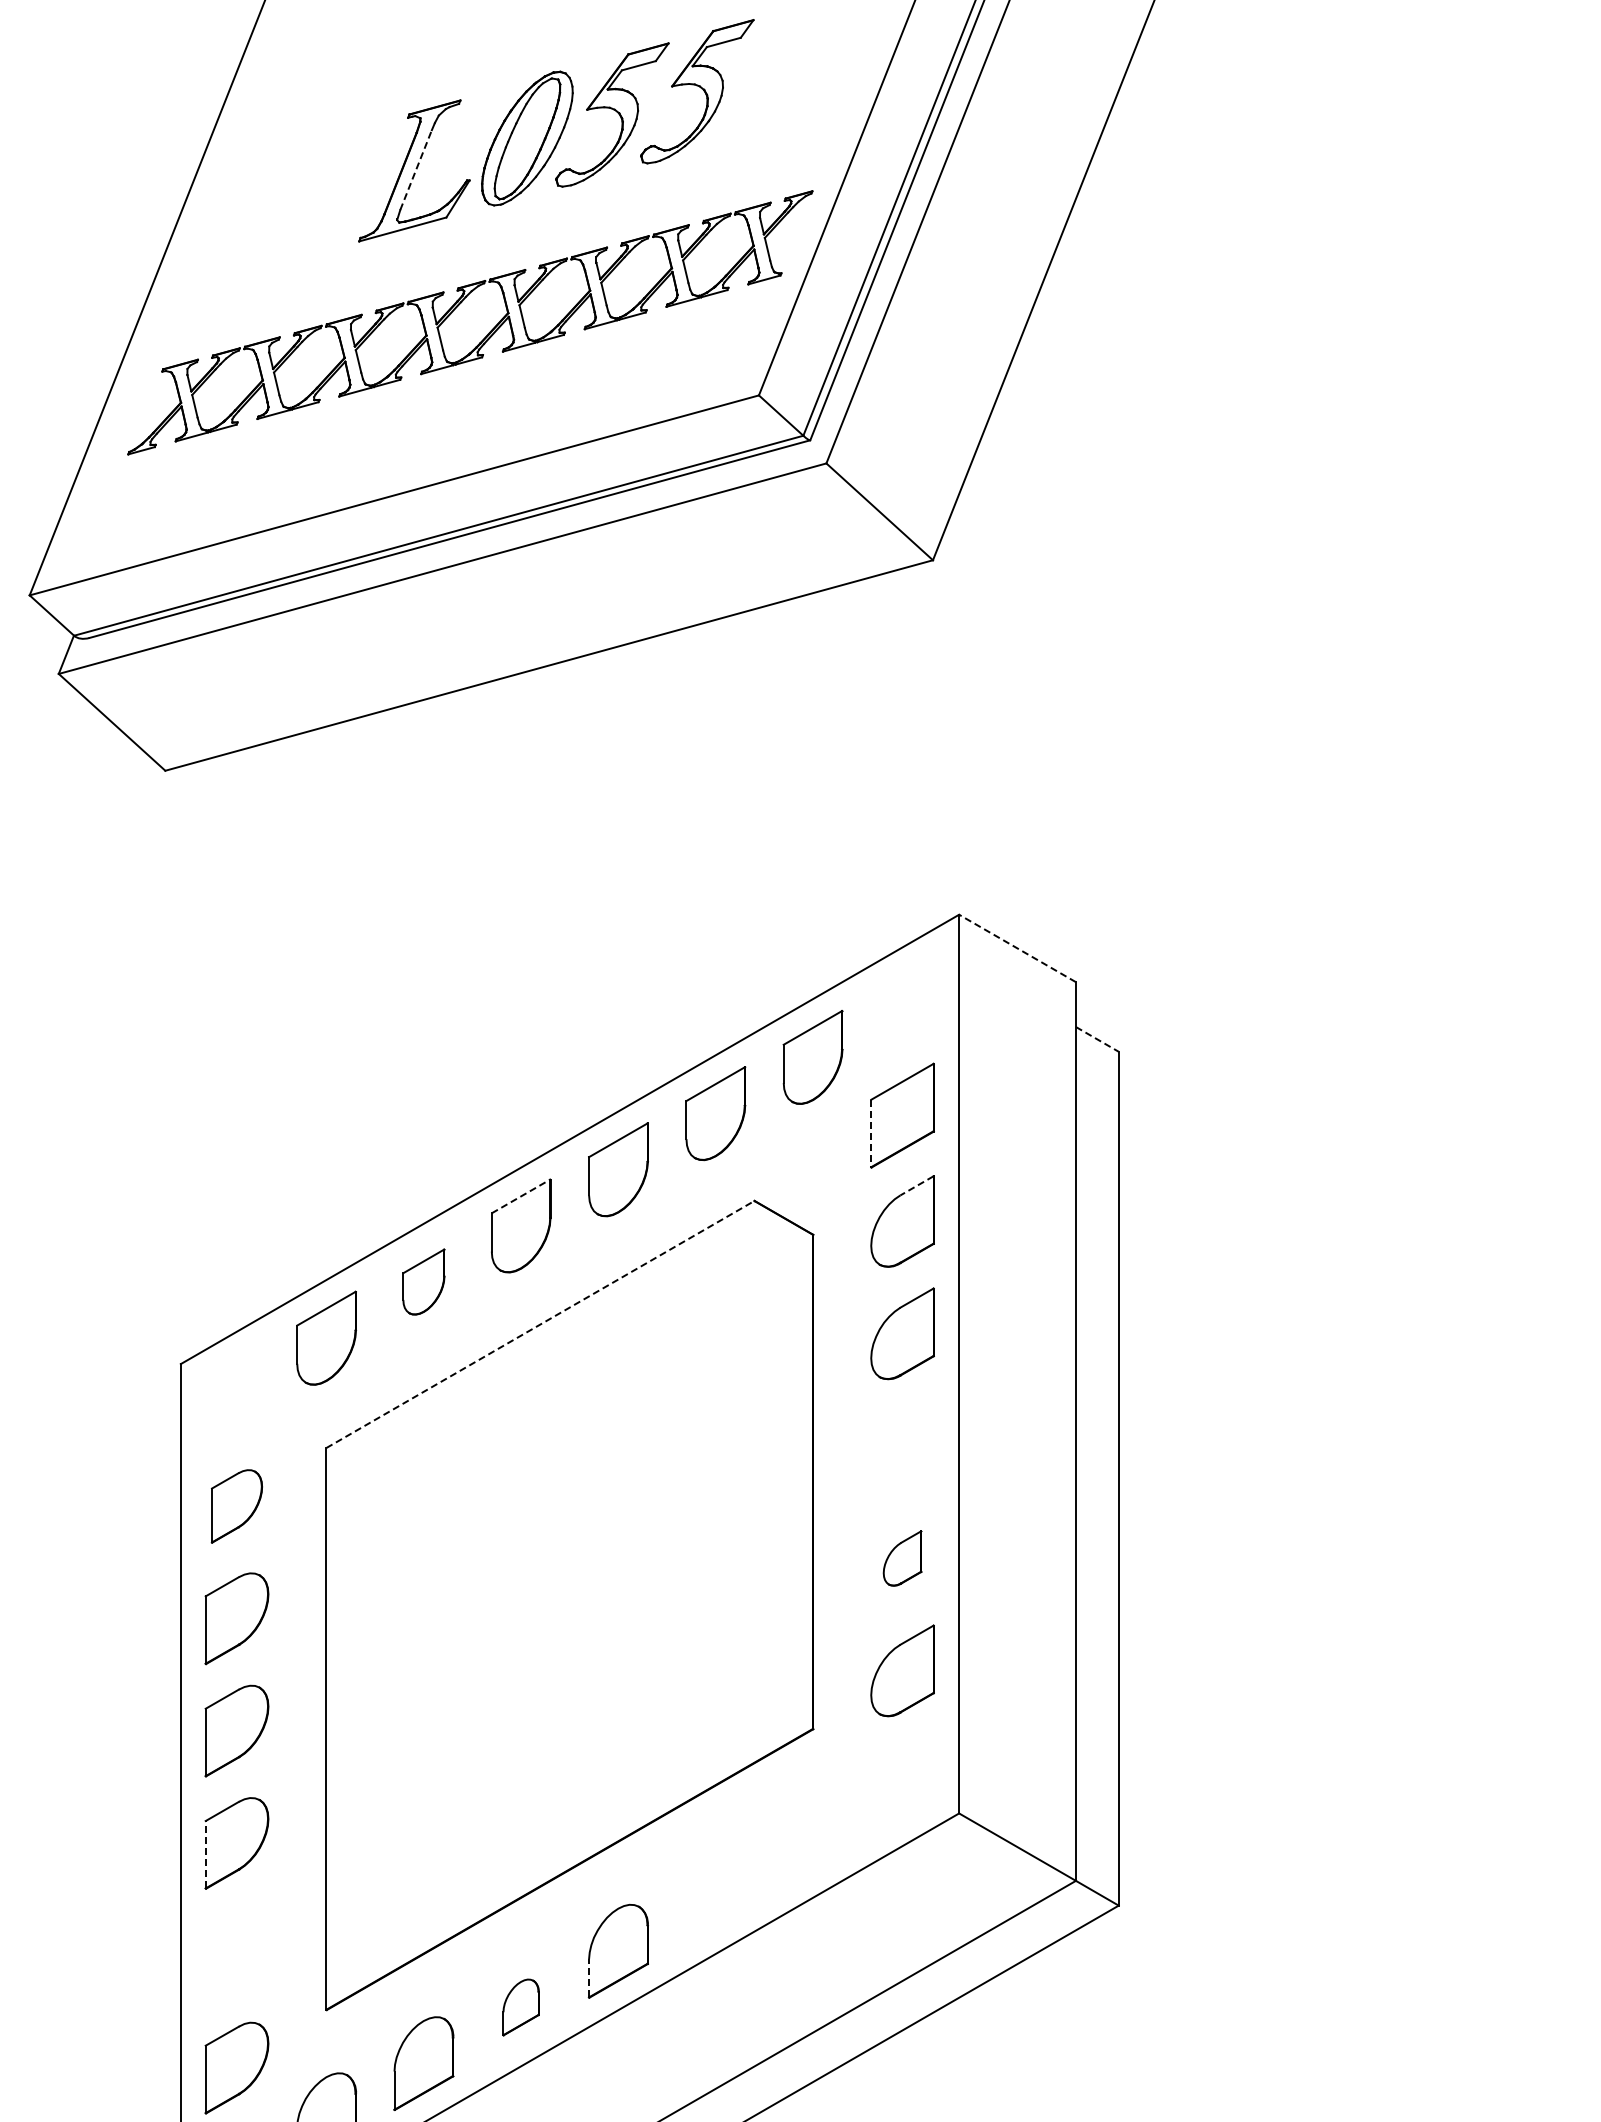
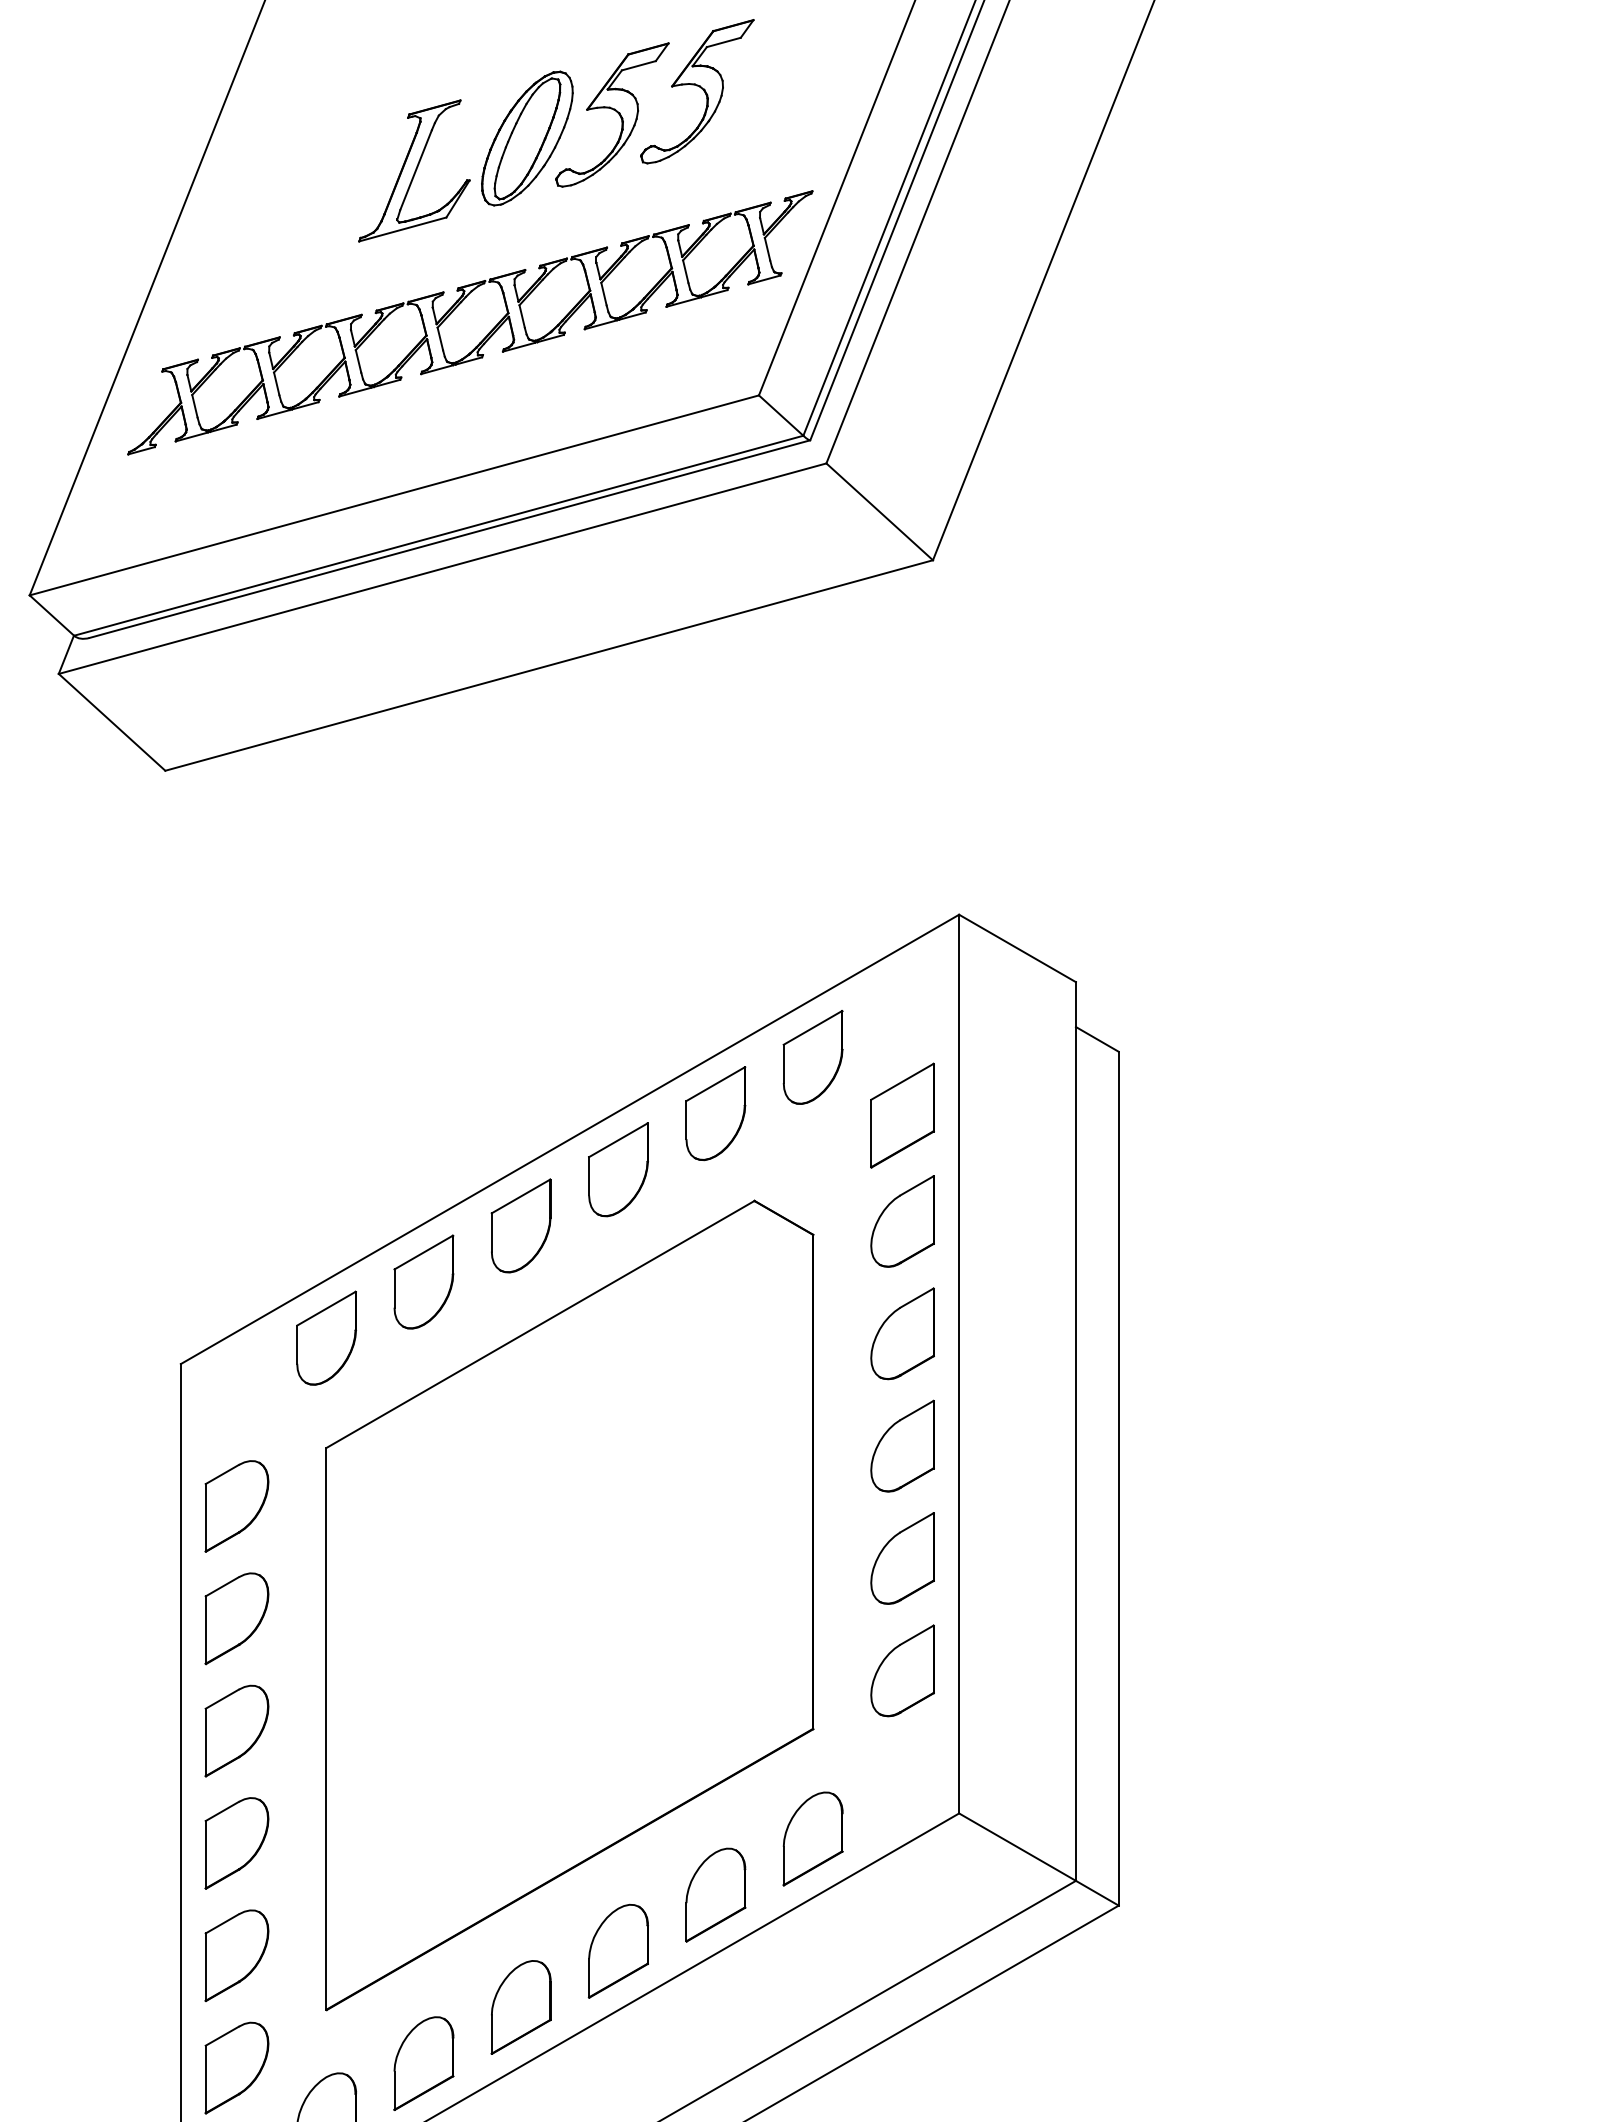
line at (416, 170): dashed -> solid
line at (1017, 948): dashed -> solid
line at (1097, 1039): dashed -> solid
line at (871, 1133): dashed -> solid
line at (916, 1186): dashed -> solid
line at (521, 1196): dashed -> solid
part at (423, 1281) size: 44x68 px -> 62x96 px
line at (540, 1324): dashed -> solid
part at (902, 1445): none -> present
part at (236, 1506) size: 53x75 px -> 66x93 px
part at (902, 1558) size: 41x57 px -> 65x93 px
part at (812, 1838): none -> present
line at (205, 1854): dashed -> solid
part at (715, 1894): none -> present
part at (236, 1955): none -> present
line at (589, 1977): dashed -> solid
part at (520, 2007) size: 38x59 px -> 62x95 px
